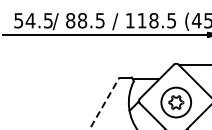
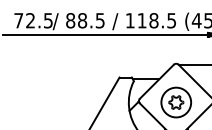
text at (24, 20): 54.5 -> 72.5
line at (104, 103): dashed -> solid
